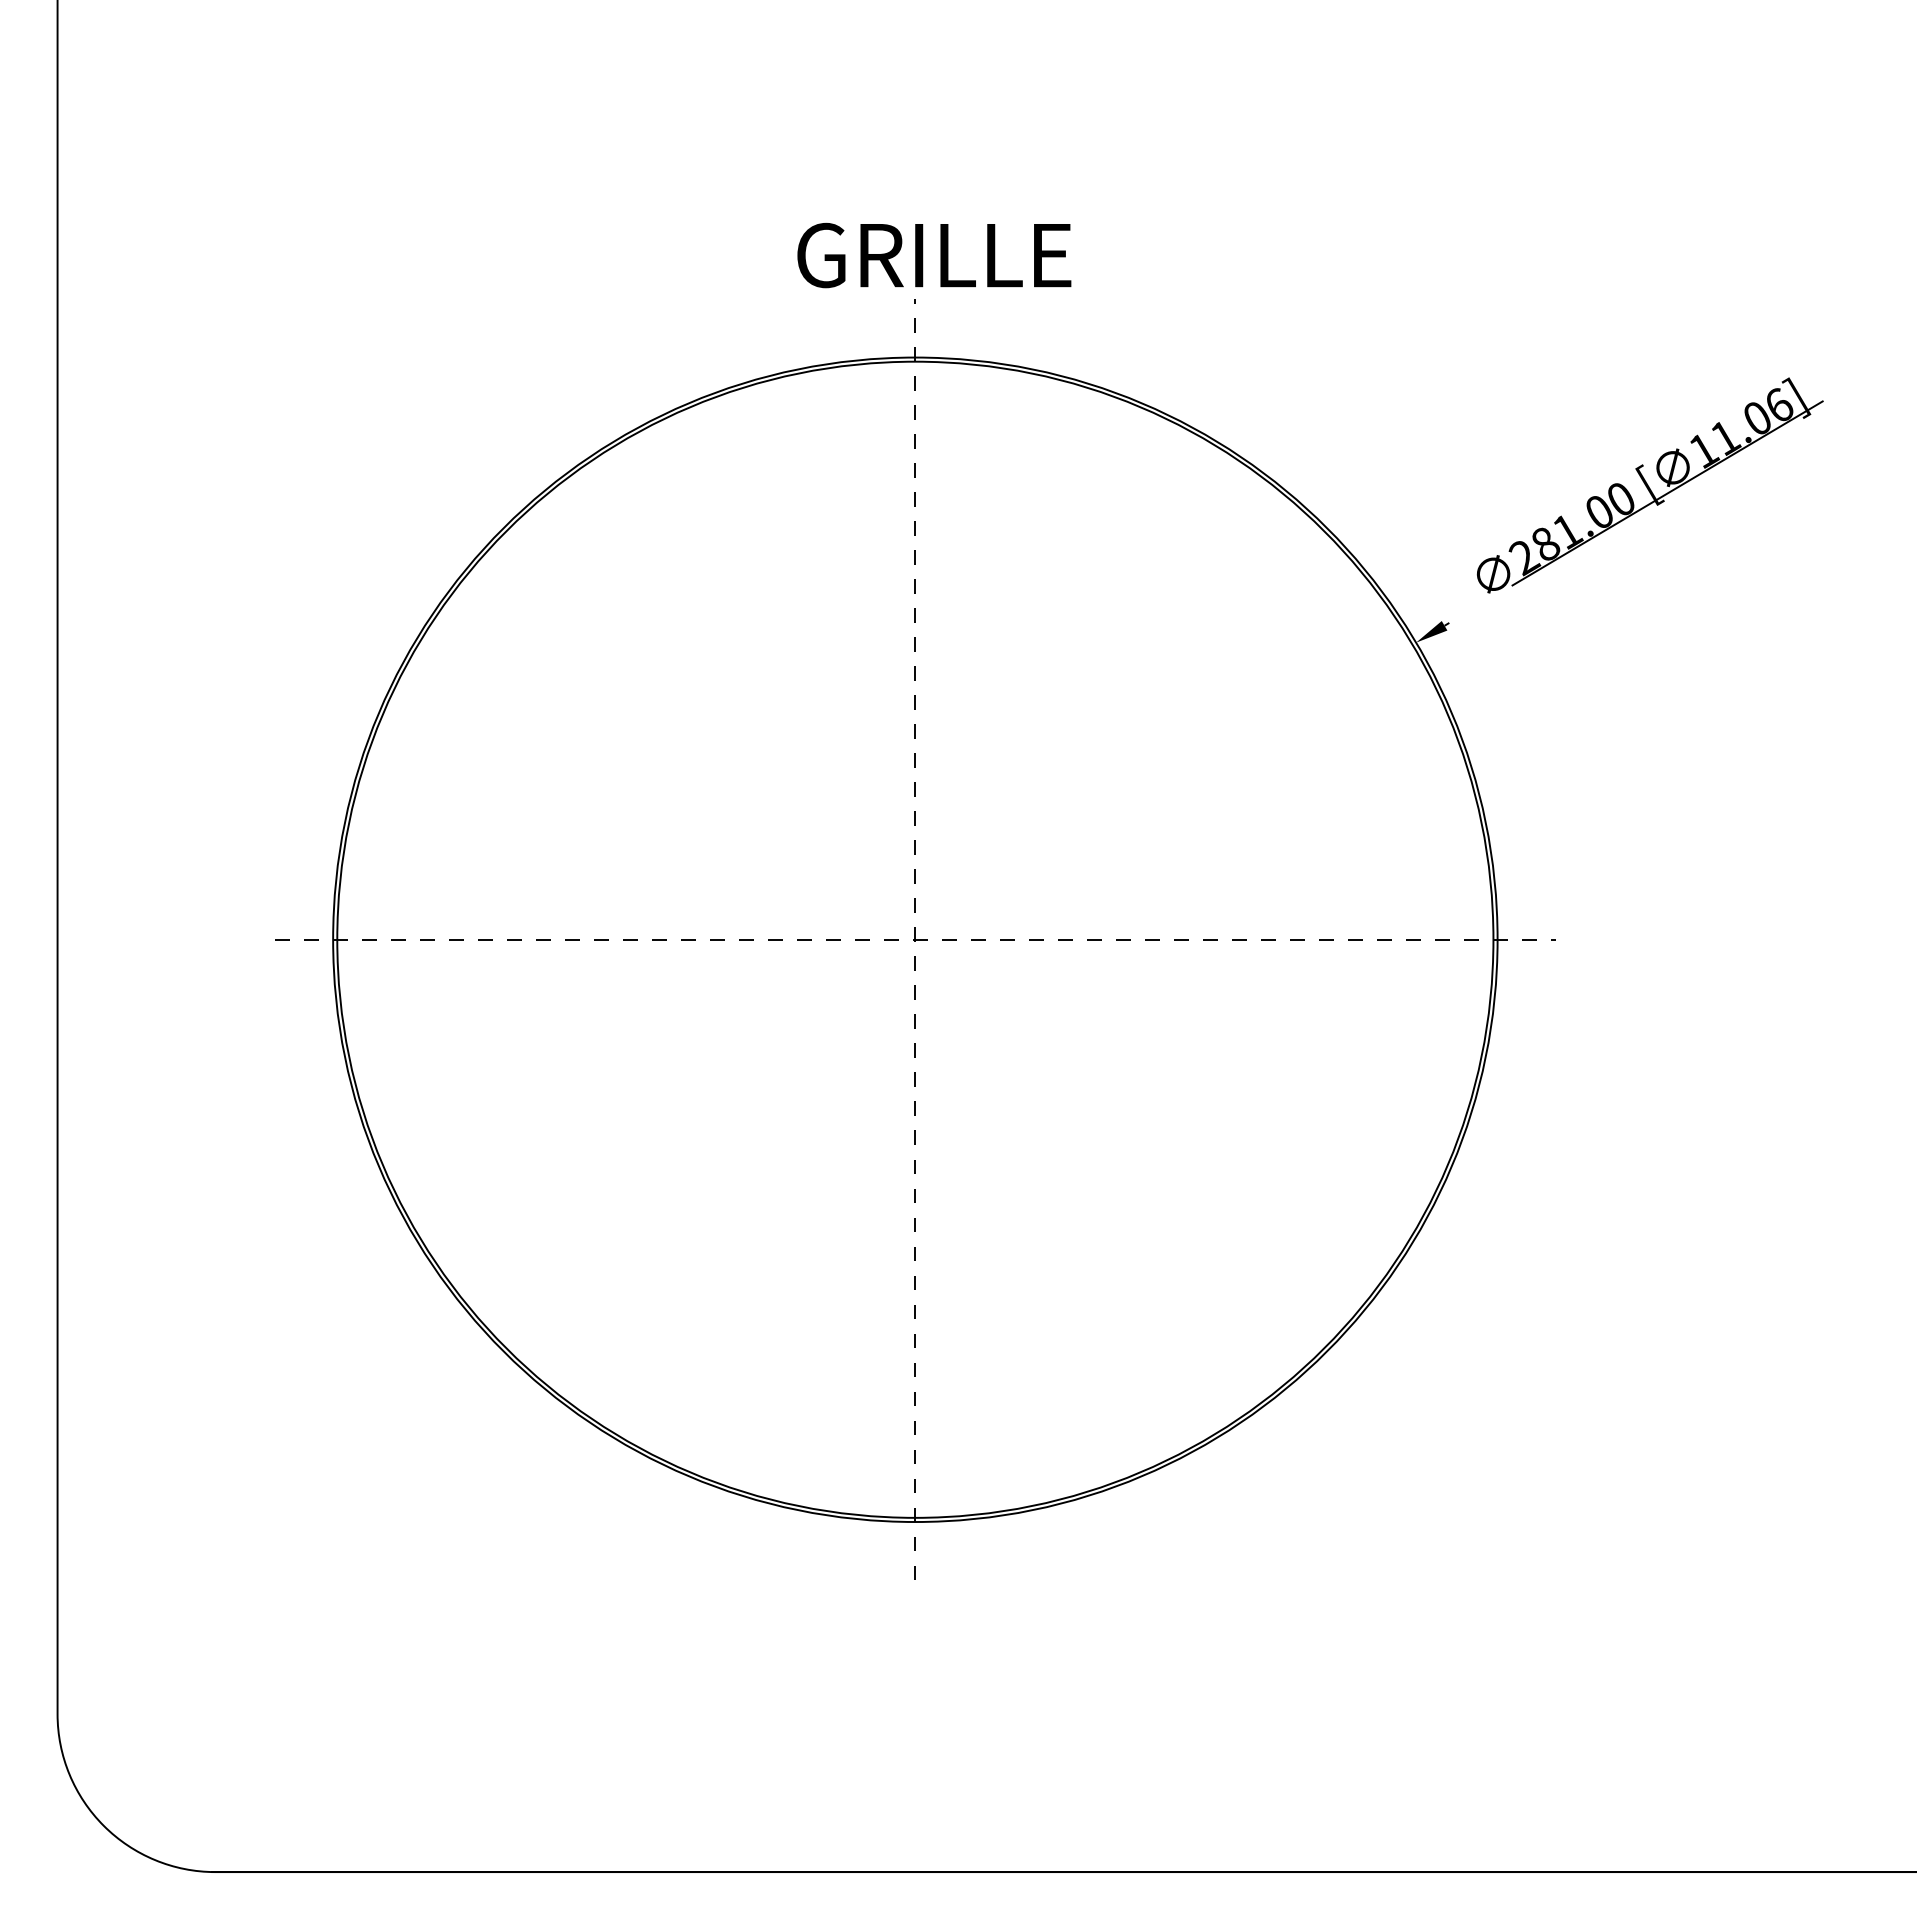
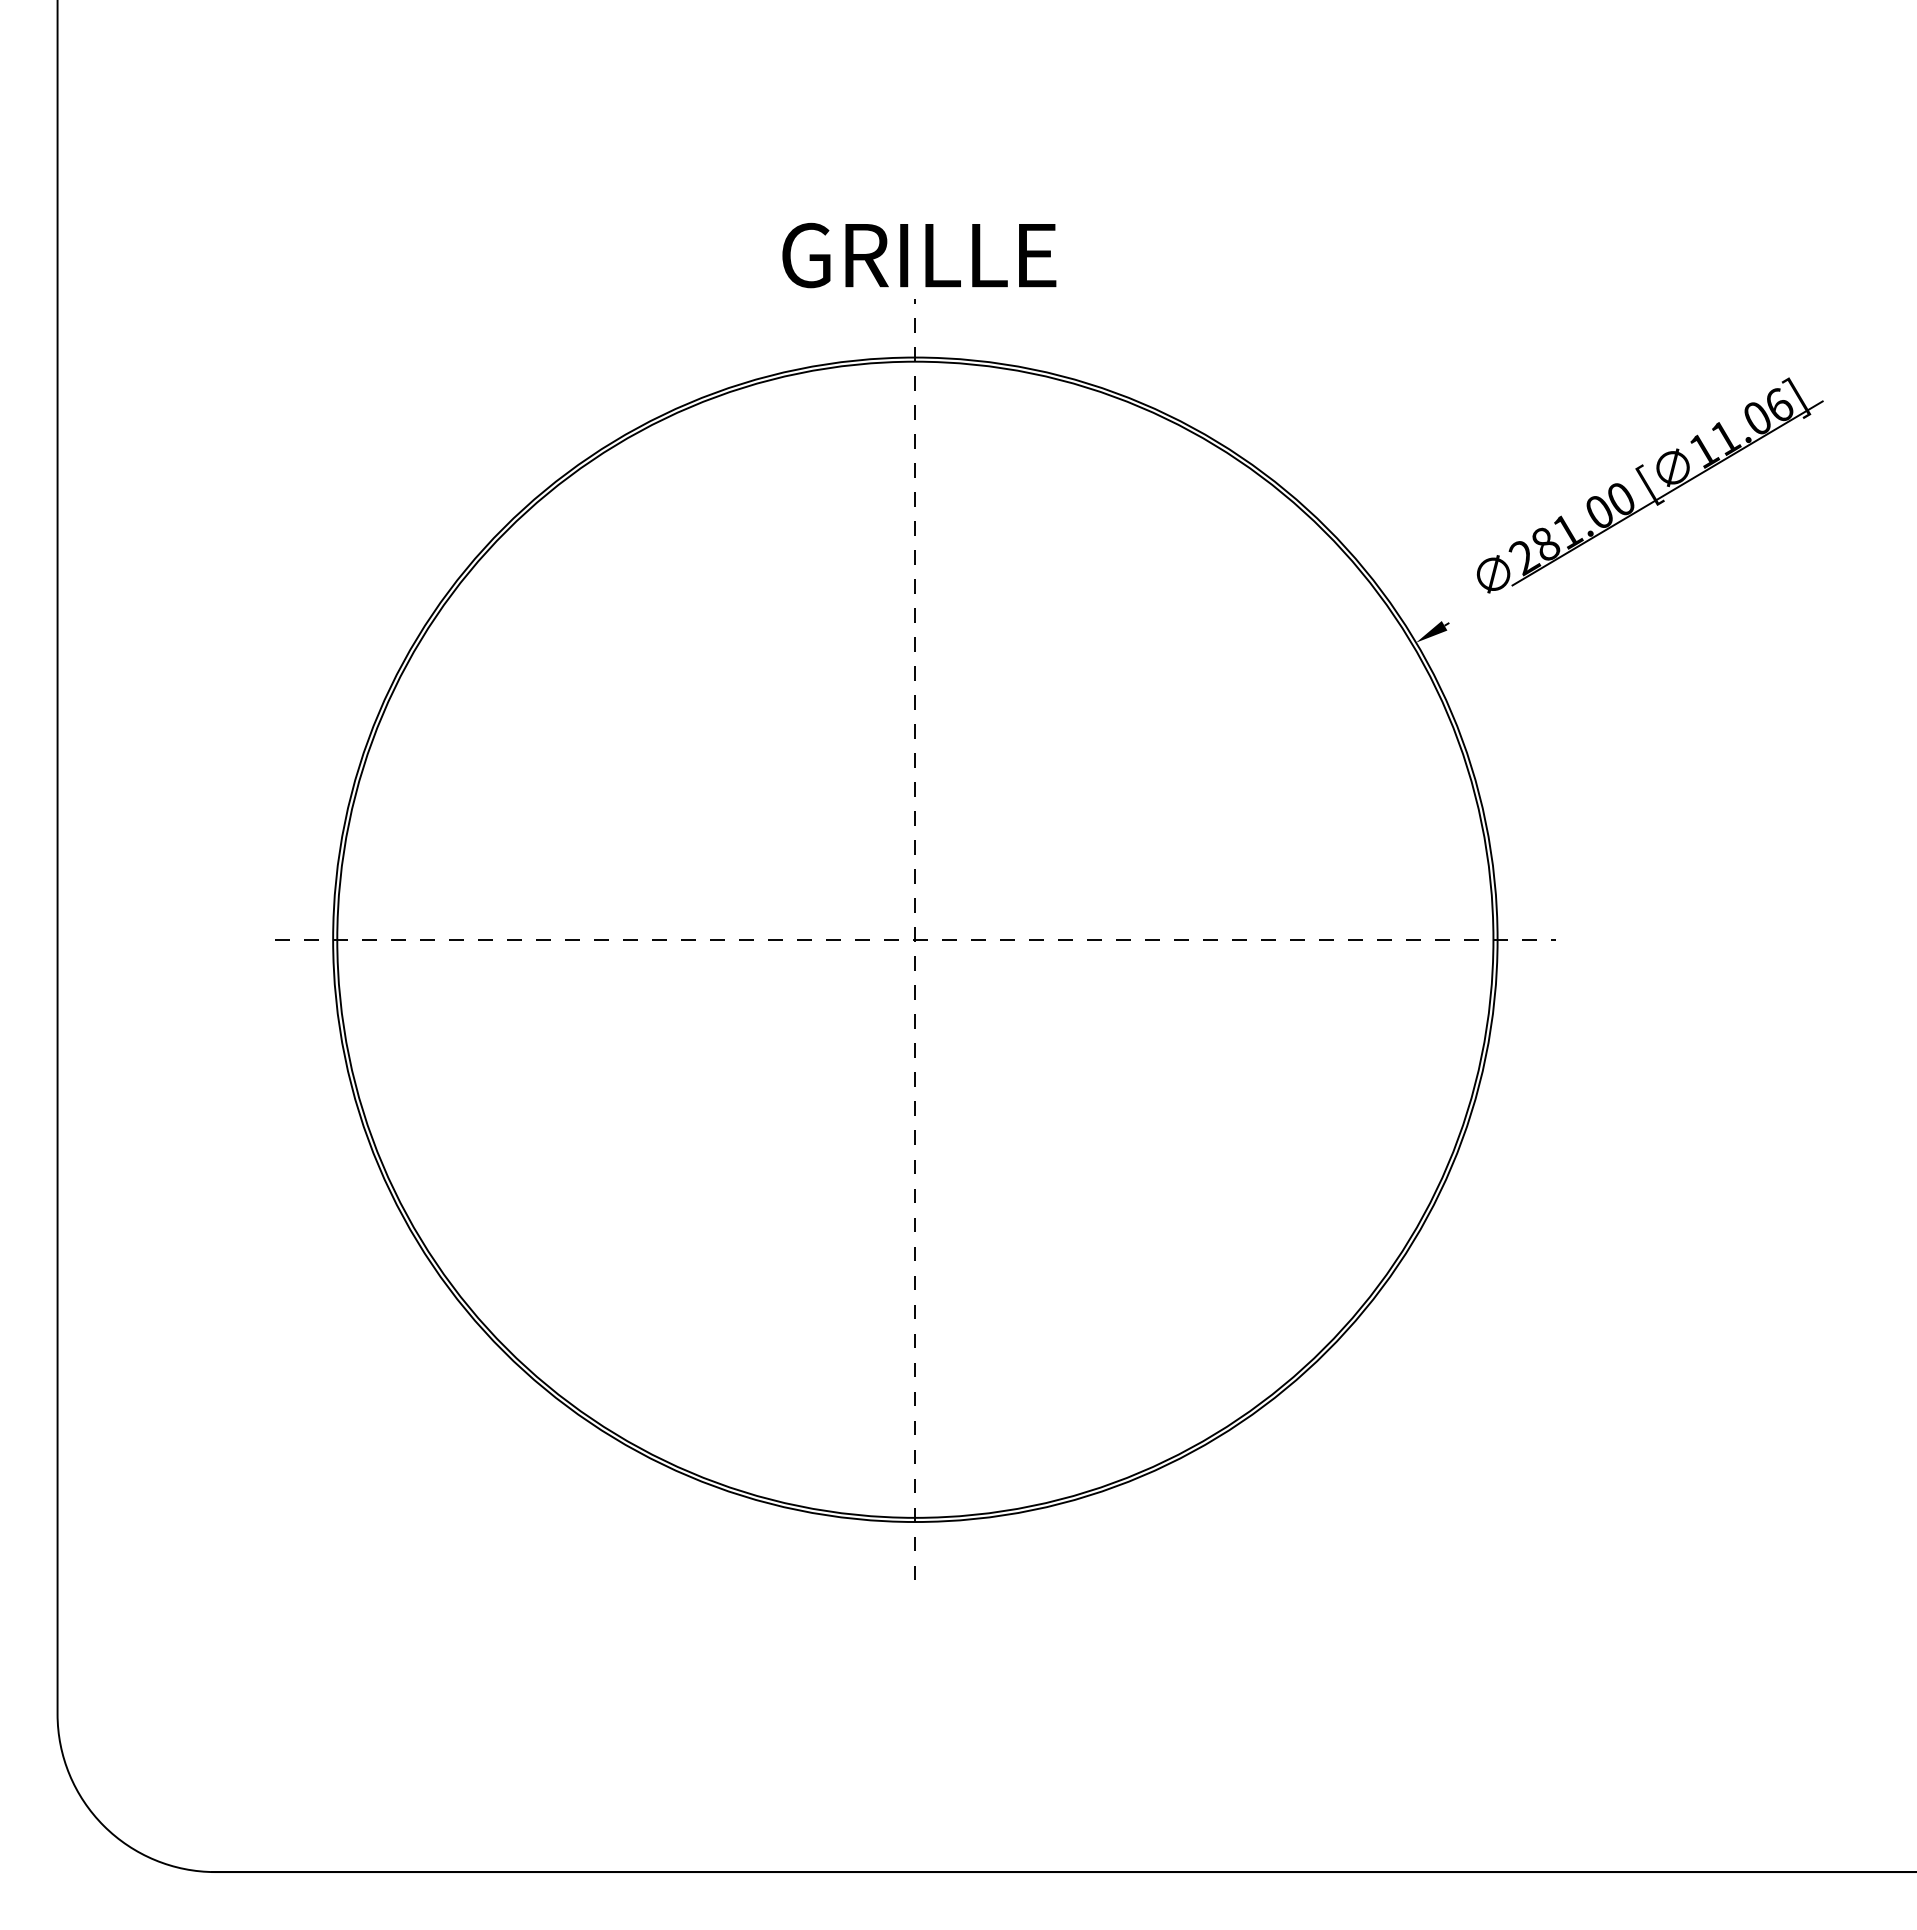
text at (934, 255) position: (934, 255) -> (919, 255)
